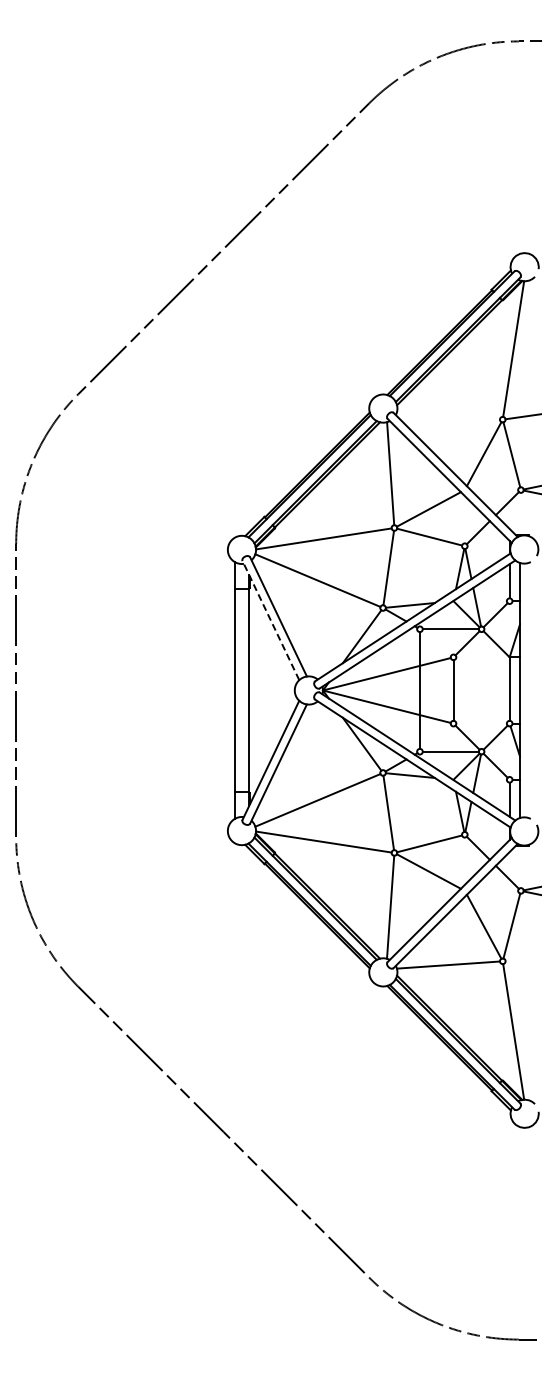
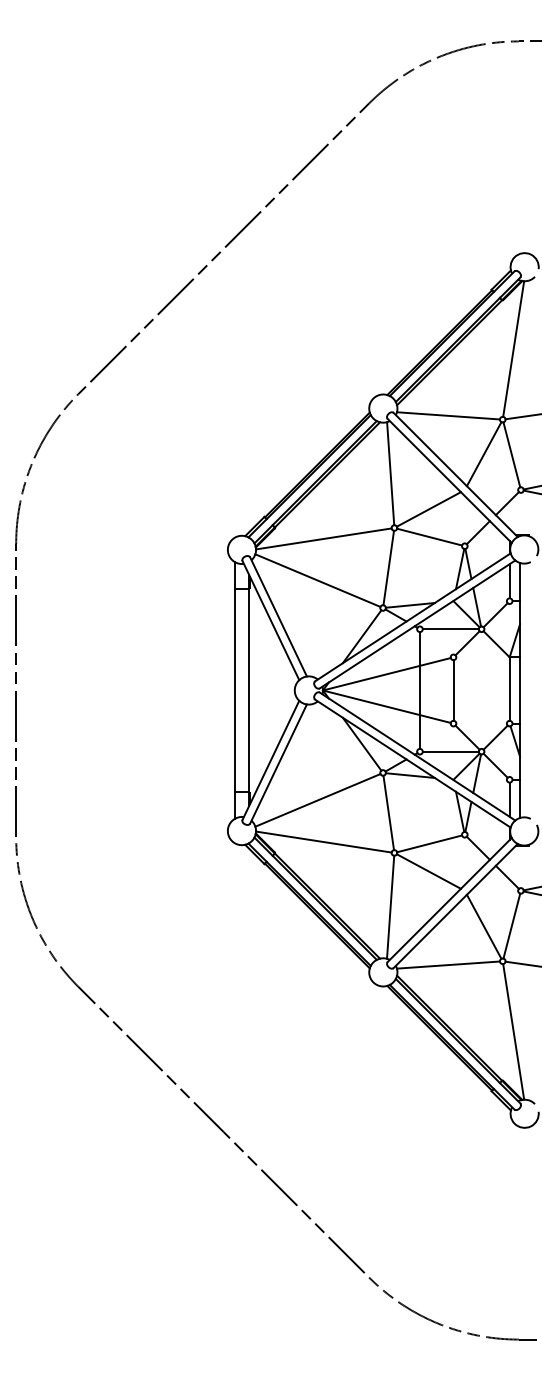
line at (447, 415): none -> present
line at (270, 620): dashed -> solid
line at (521, 963): none -> present
